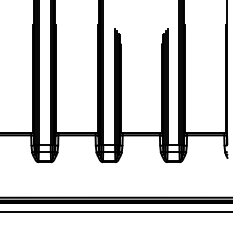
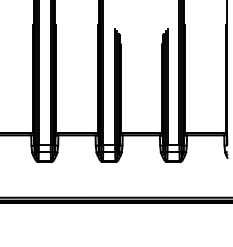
line at (115, 211): present -> none
